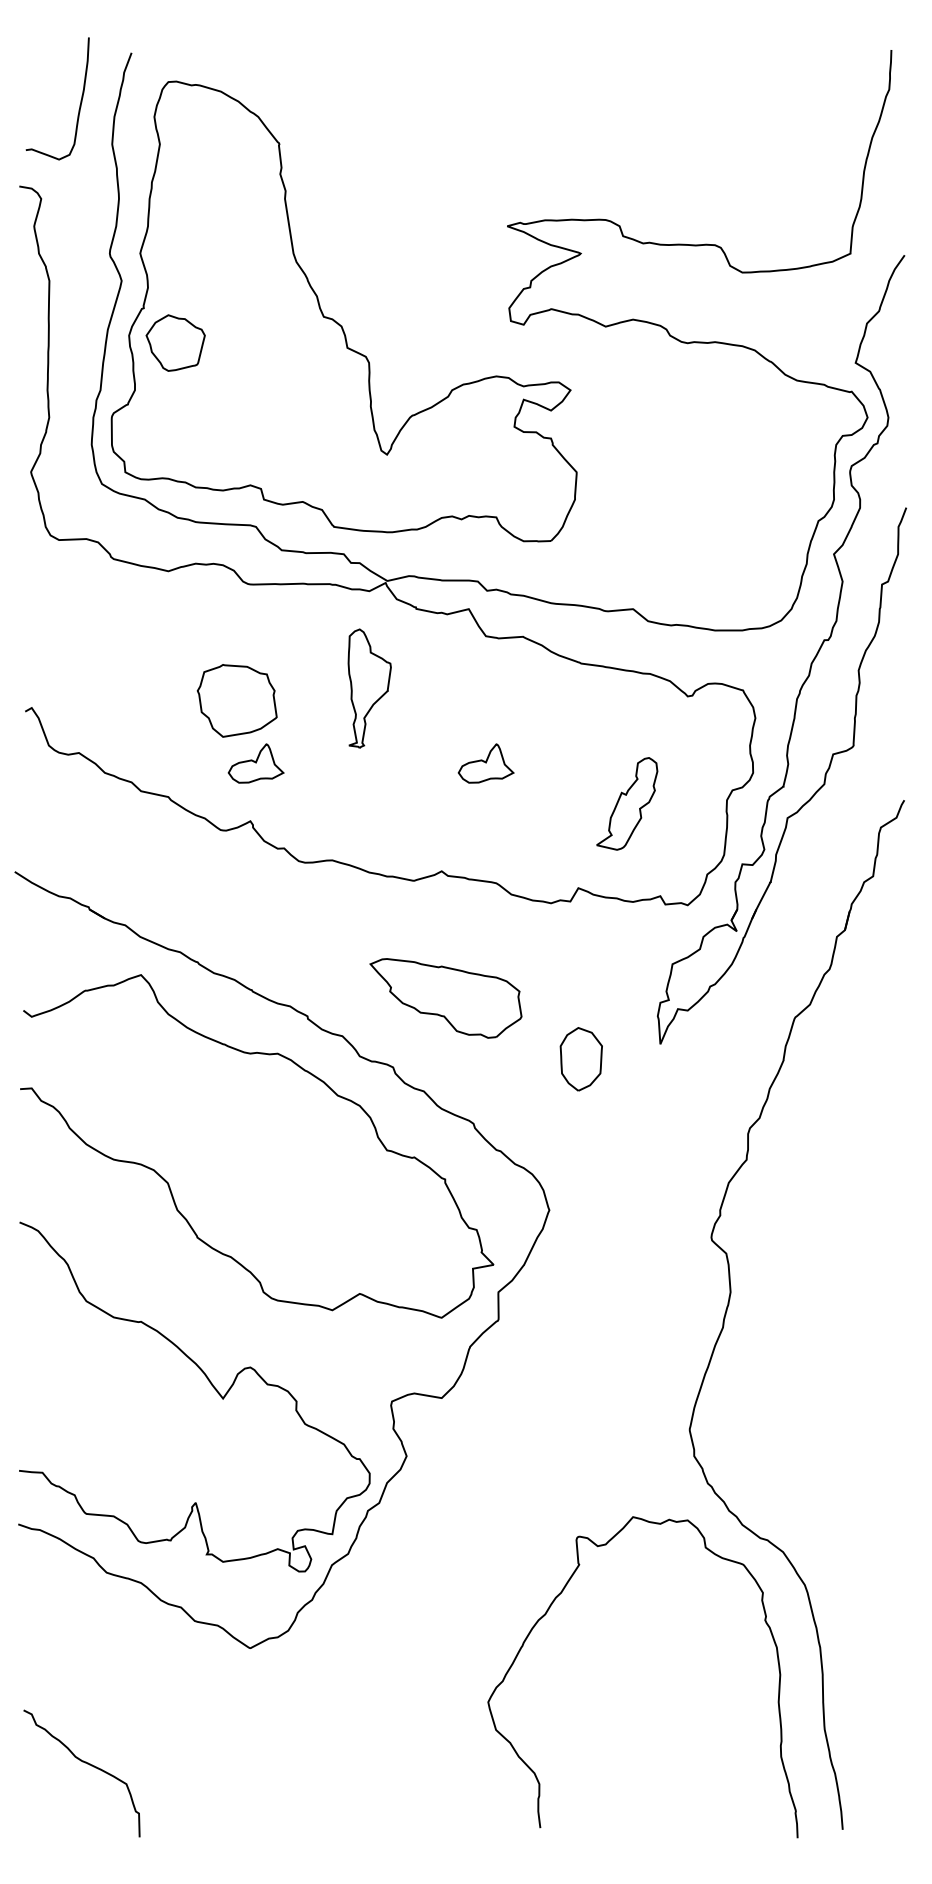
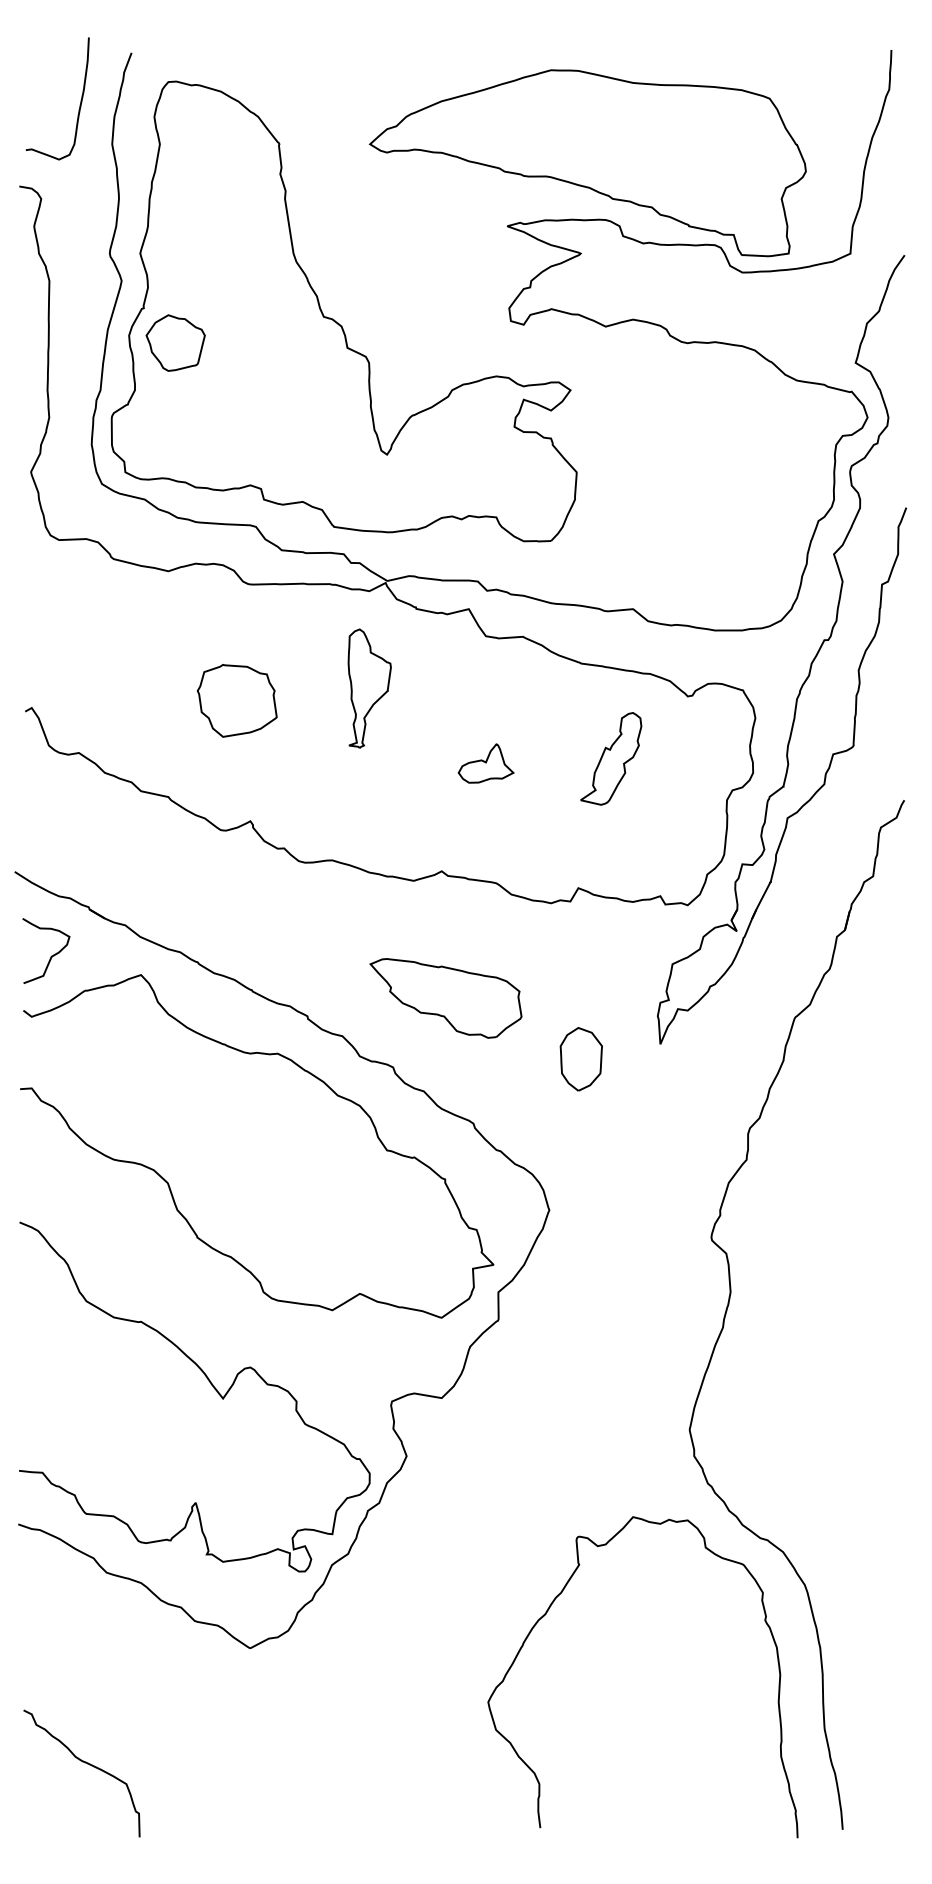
part at (587, 163): none -> present
part at (255, 763): present -> none
part at (627, 803) position: (627, 803) -> (611, 758)
curve at (51, 955): none -> present
